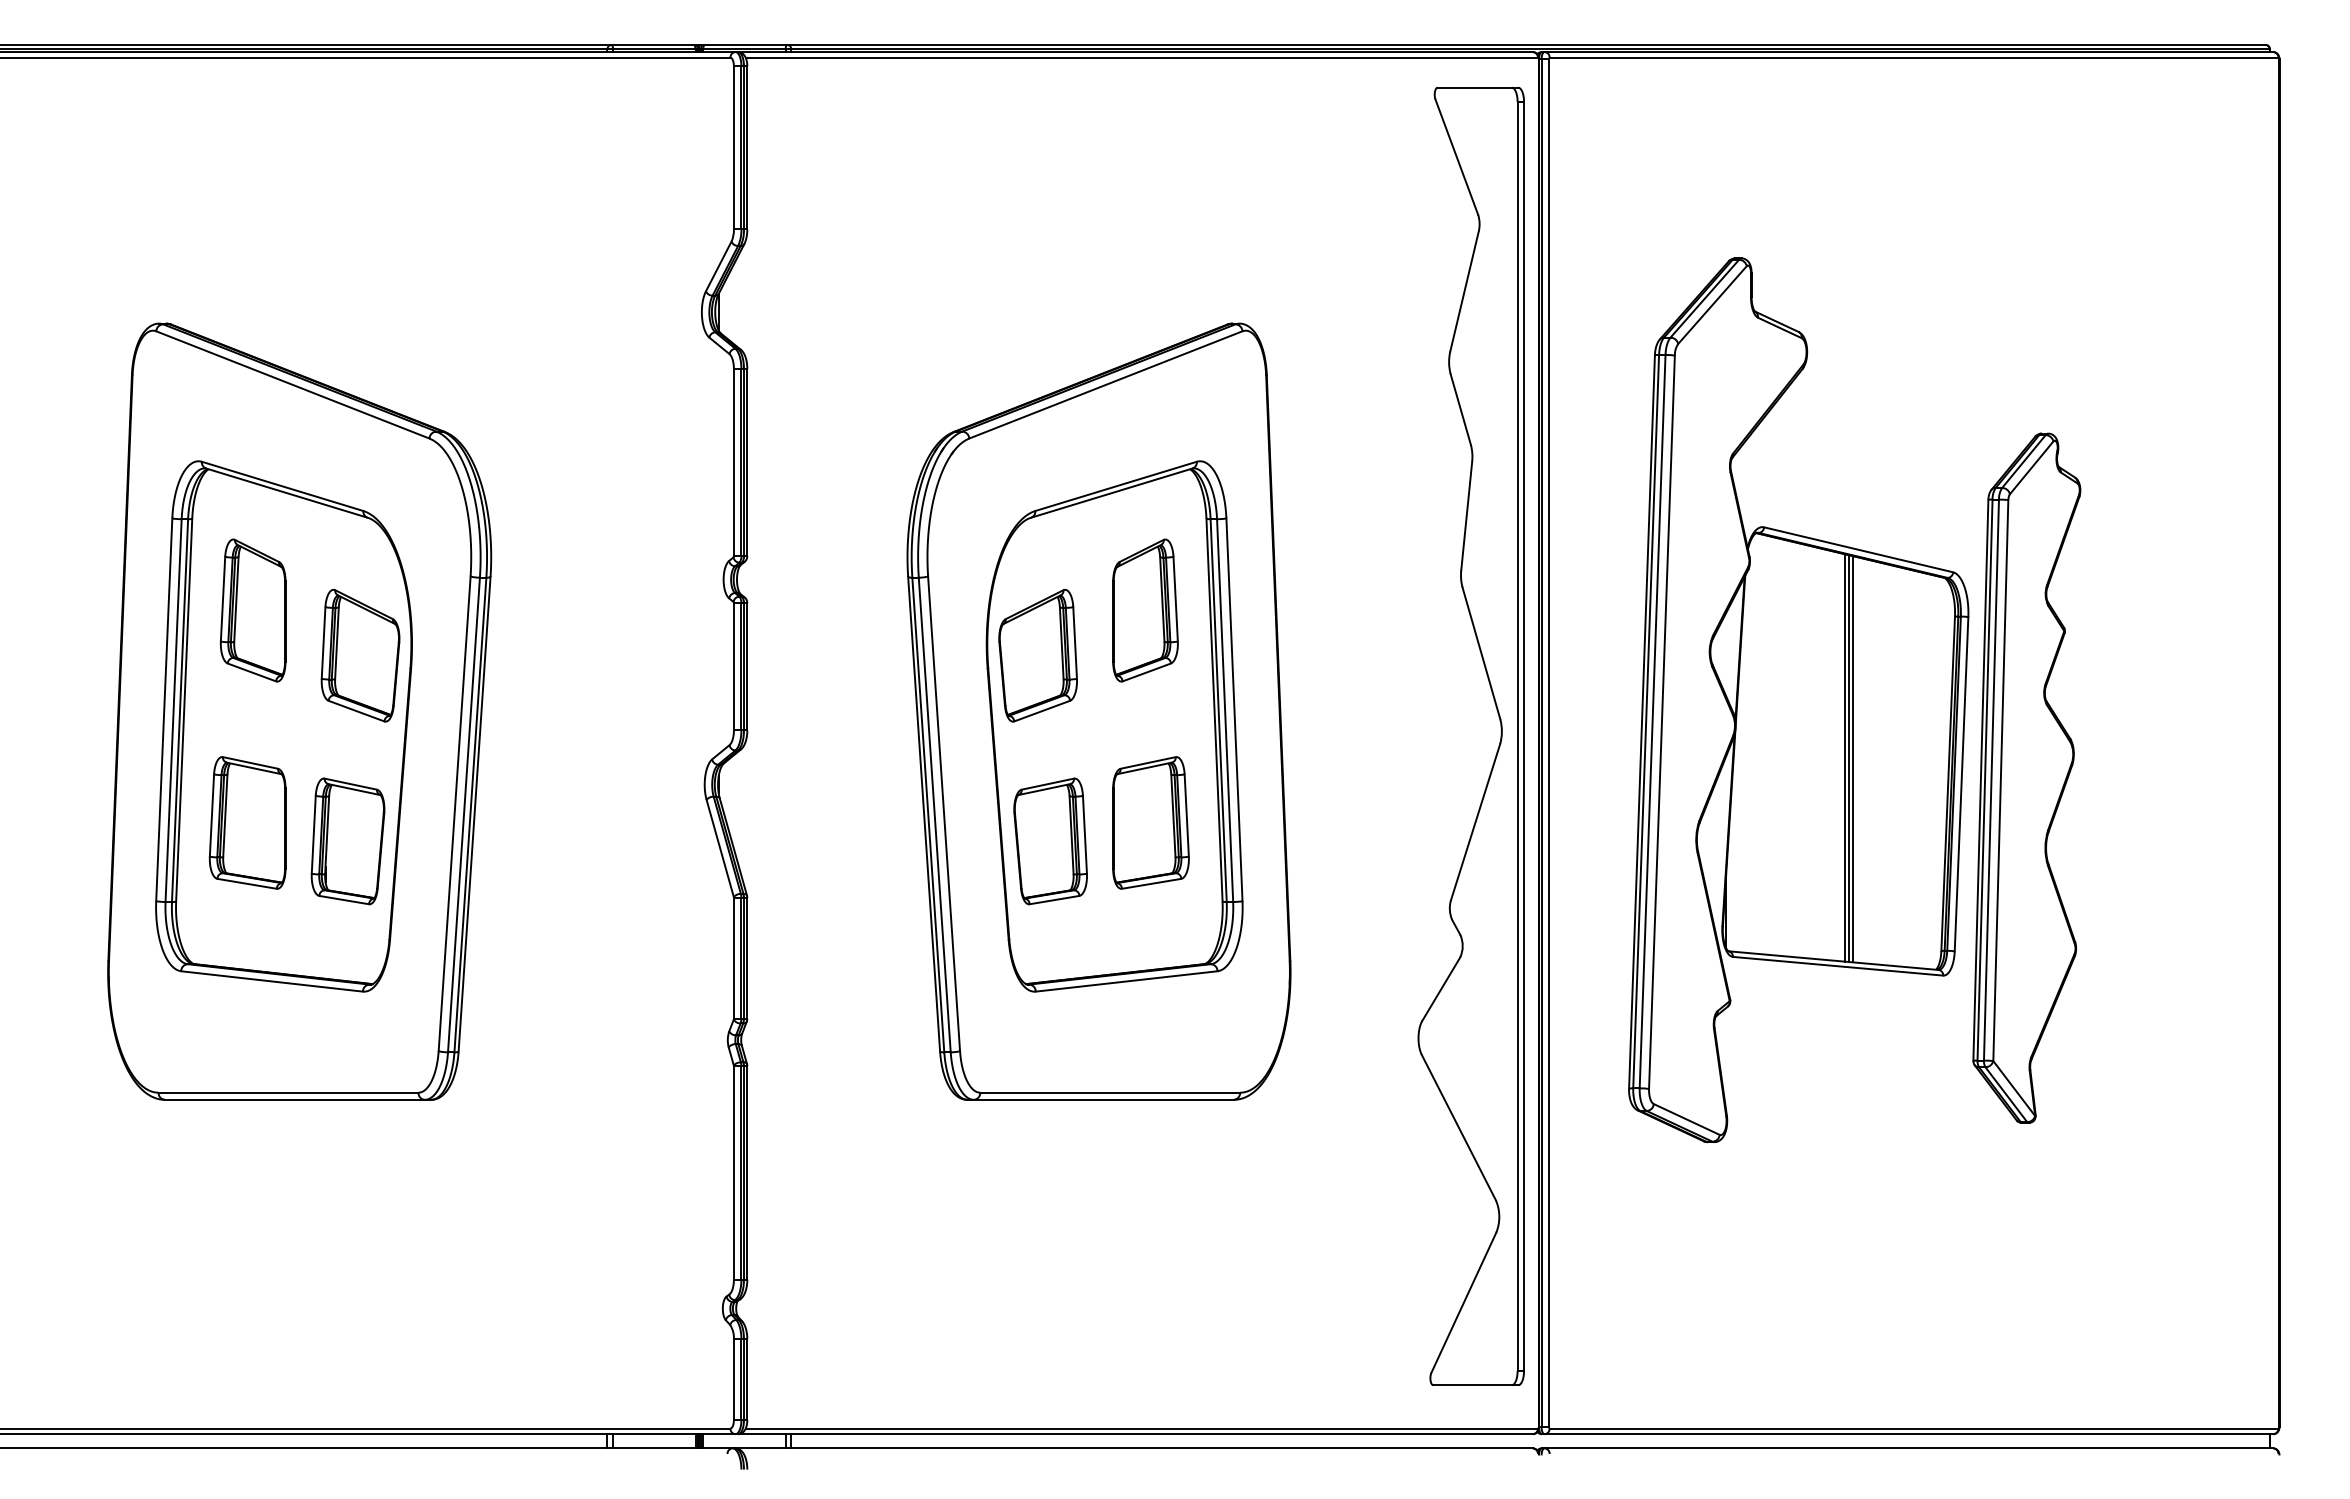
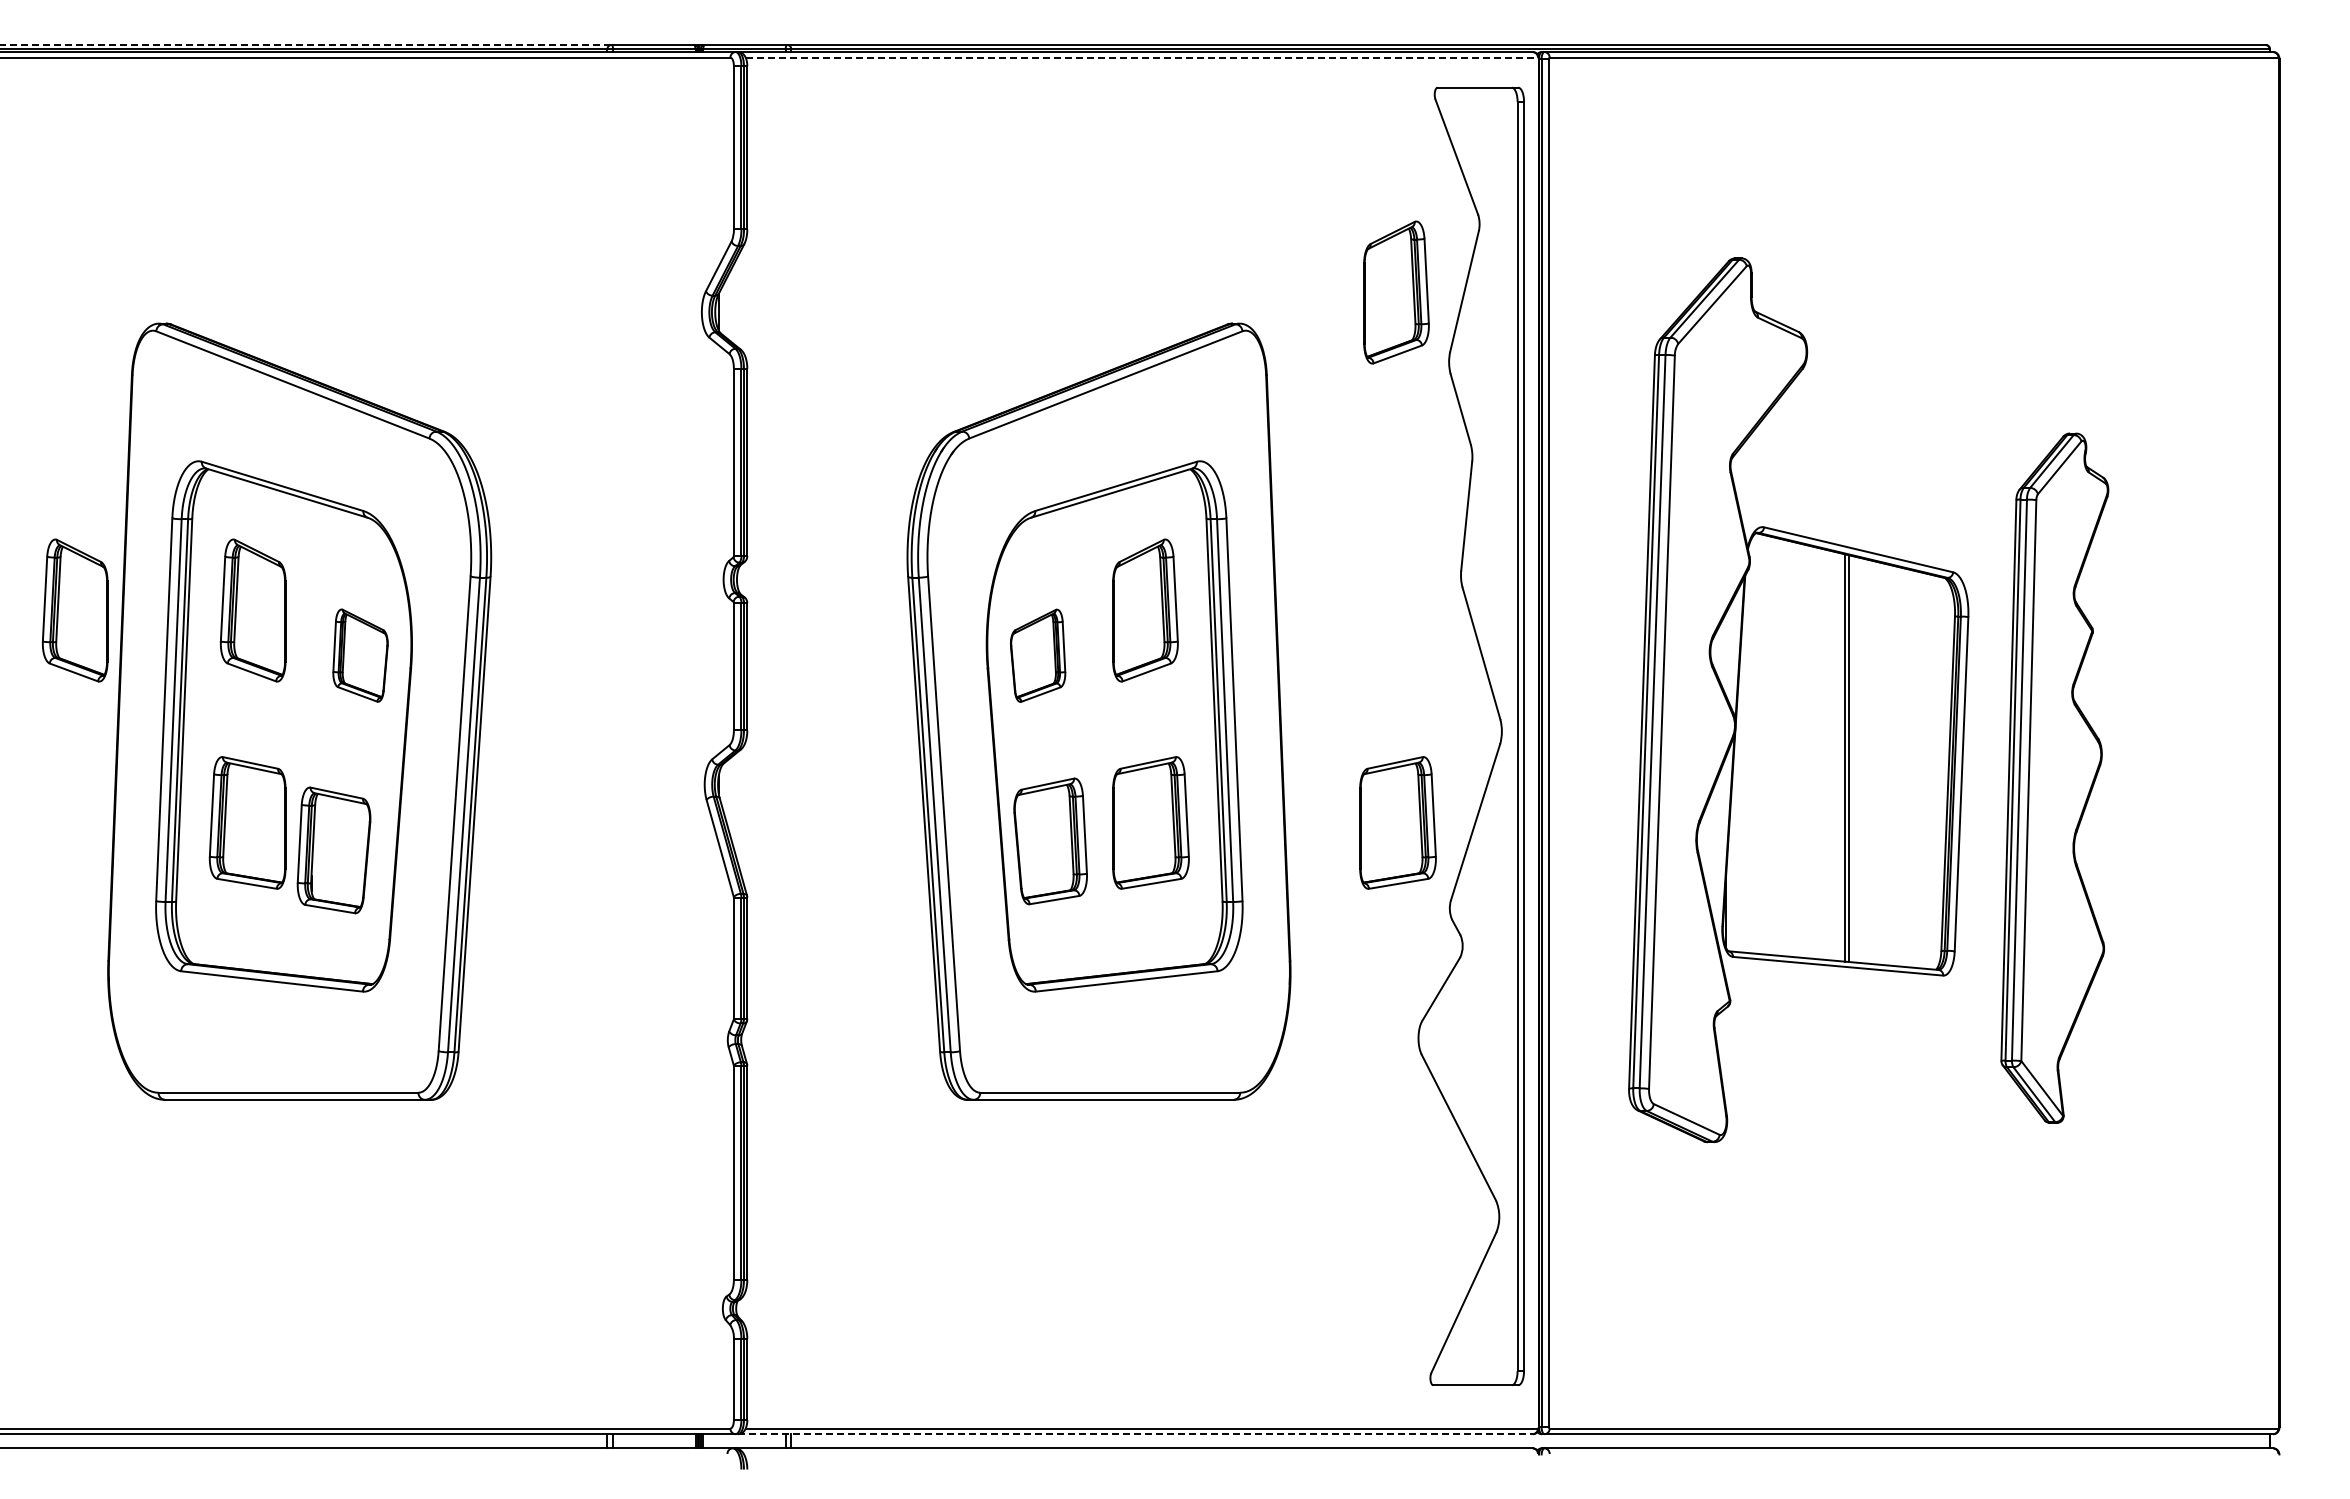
line at (305, 44): solid -> dashed
line at (1142, 57): solid -> dashed
part at (1396, 292): none -> present
part at (74, 610): none -> present
part at (360, 655) size: 81x135 px -> 57x95 px
part at (1037, 655) size: 80x134 px -> 57x95 px
line at (1853, 759): present -> none
part at (2026, 777) position: (2026, 777) -> (2054, 777)
part at (1397, 822): none -> present
part at (347, 841) position: (347, 841) -> (333, 850)
line at (1135, 1434): solid -> dashed
